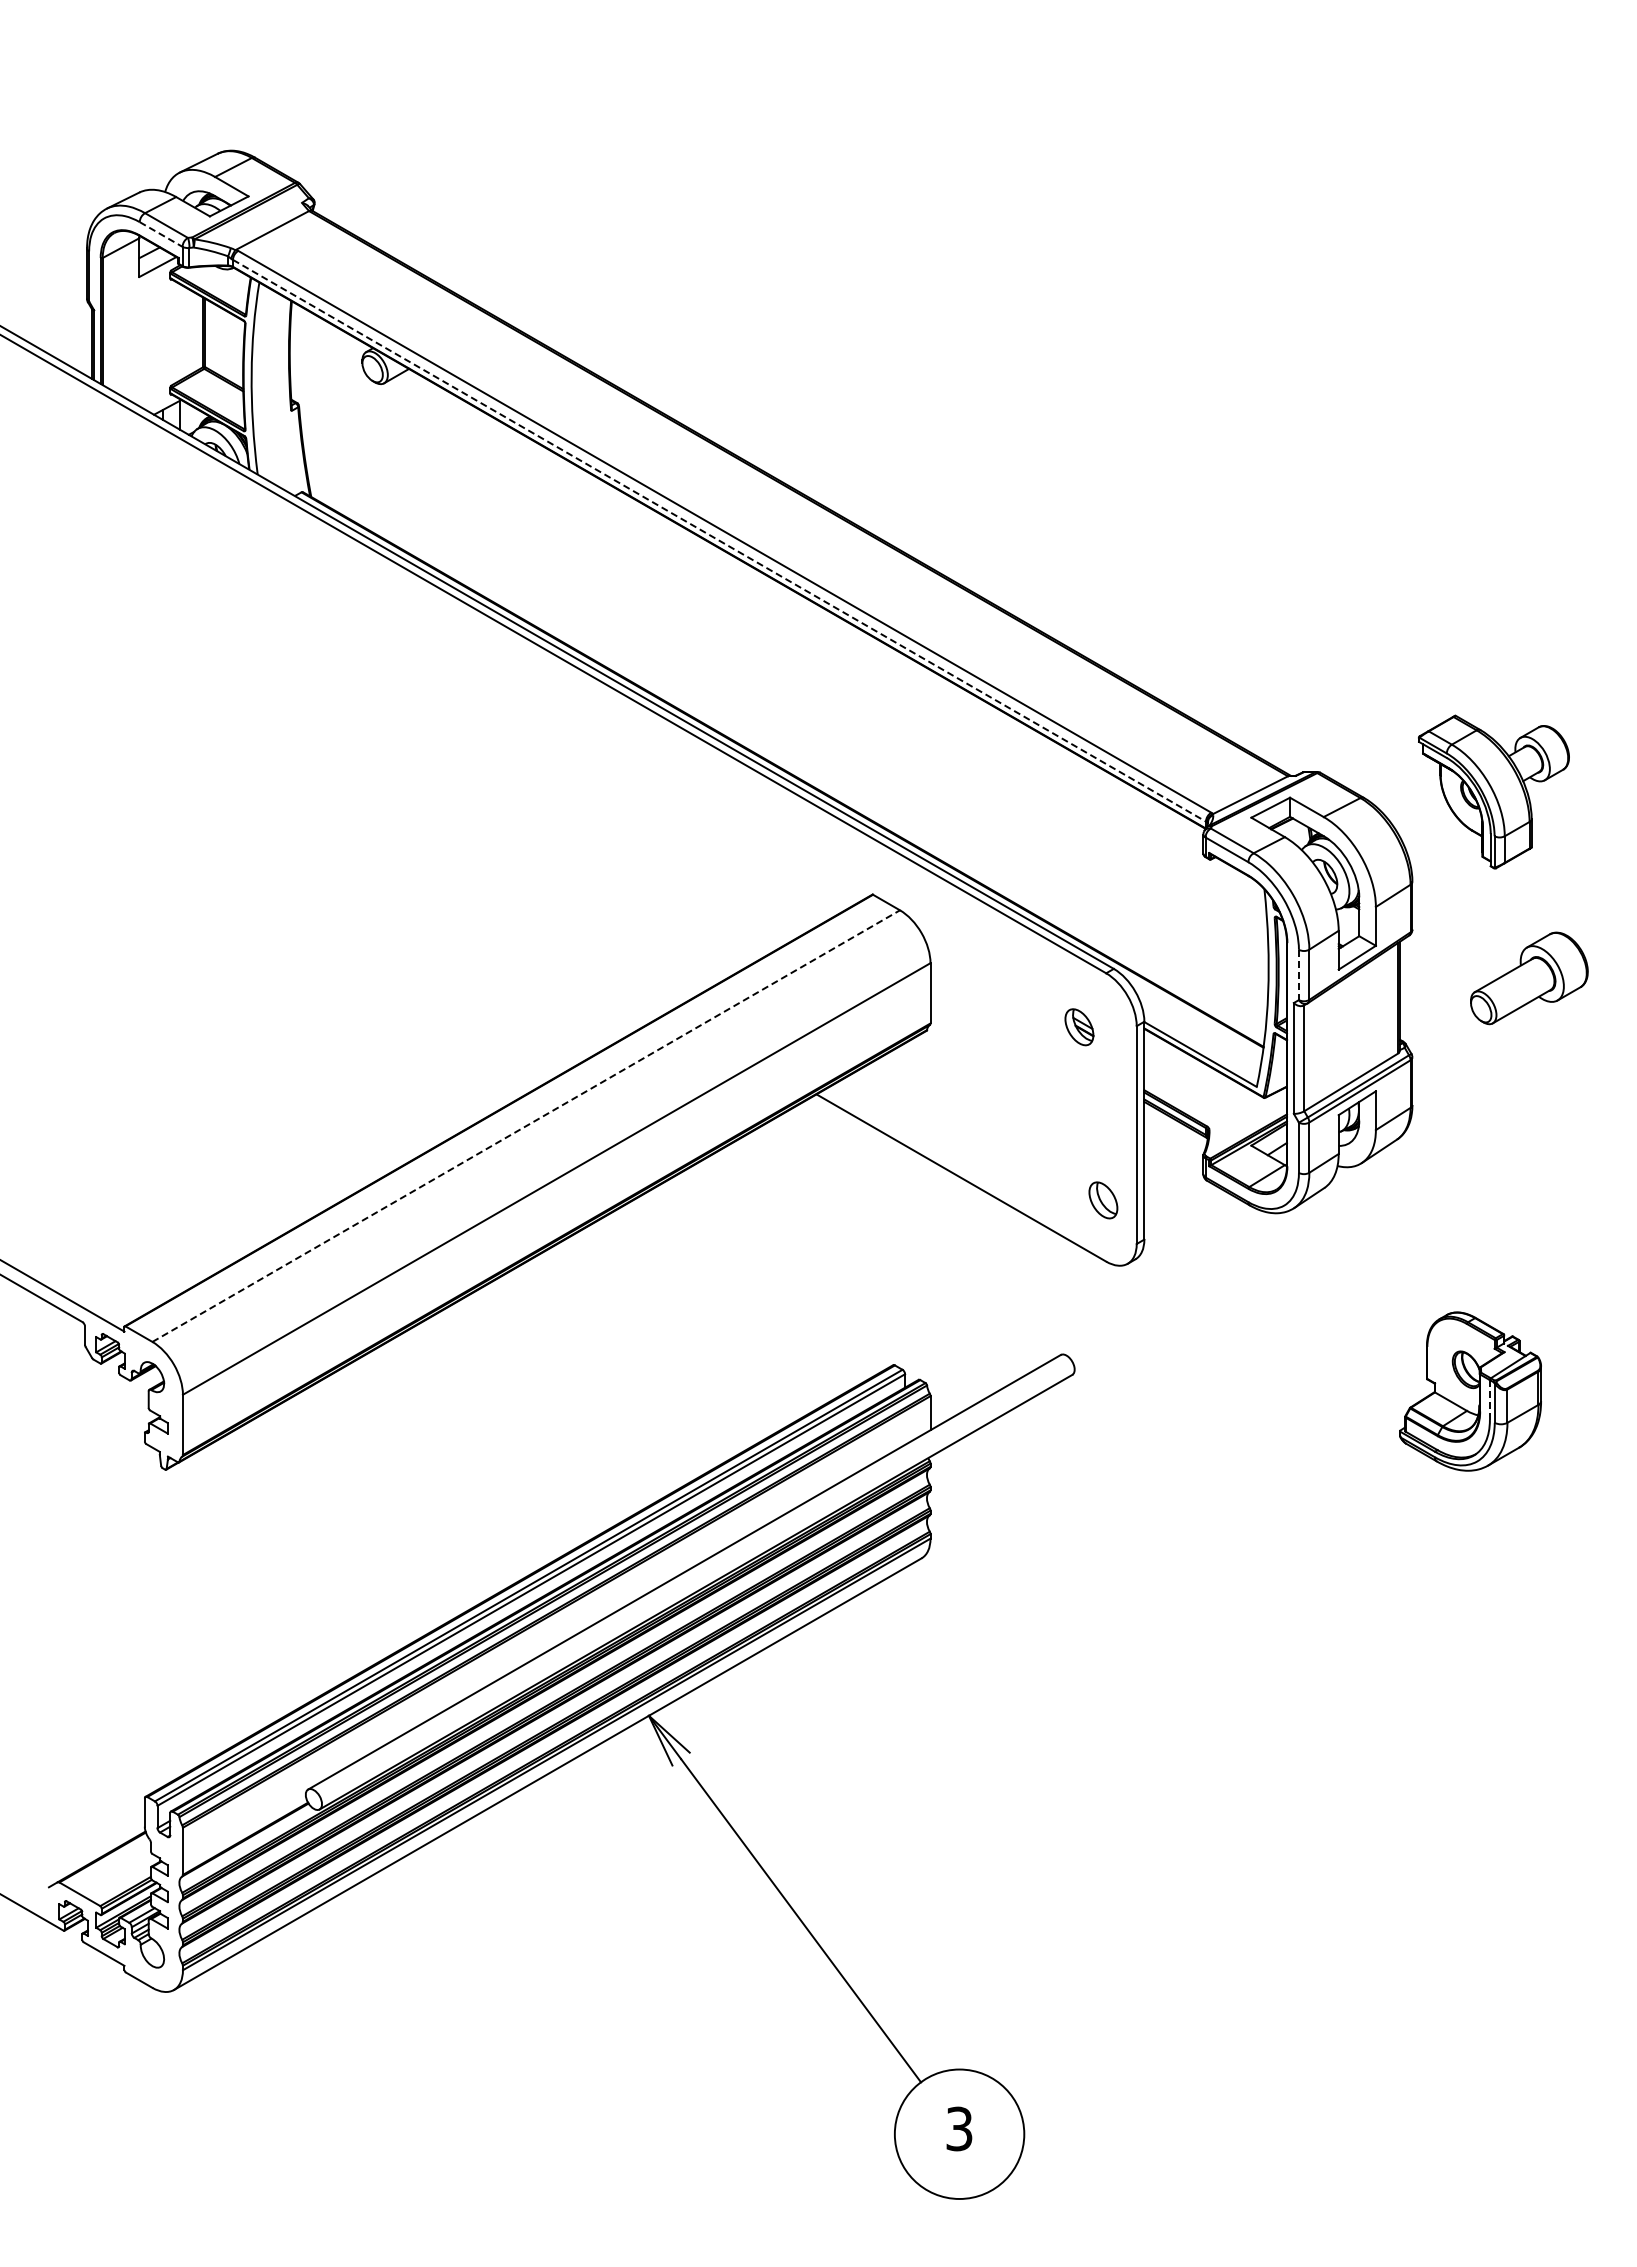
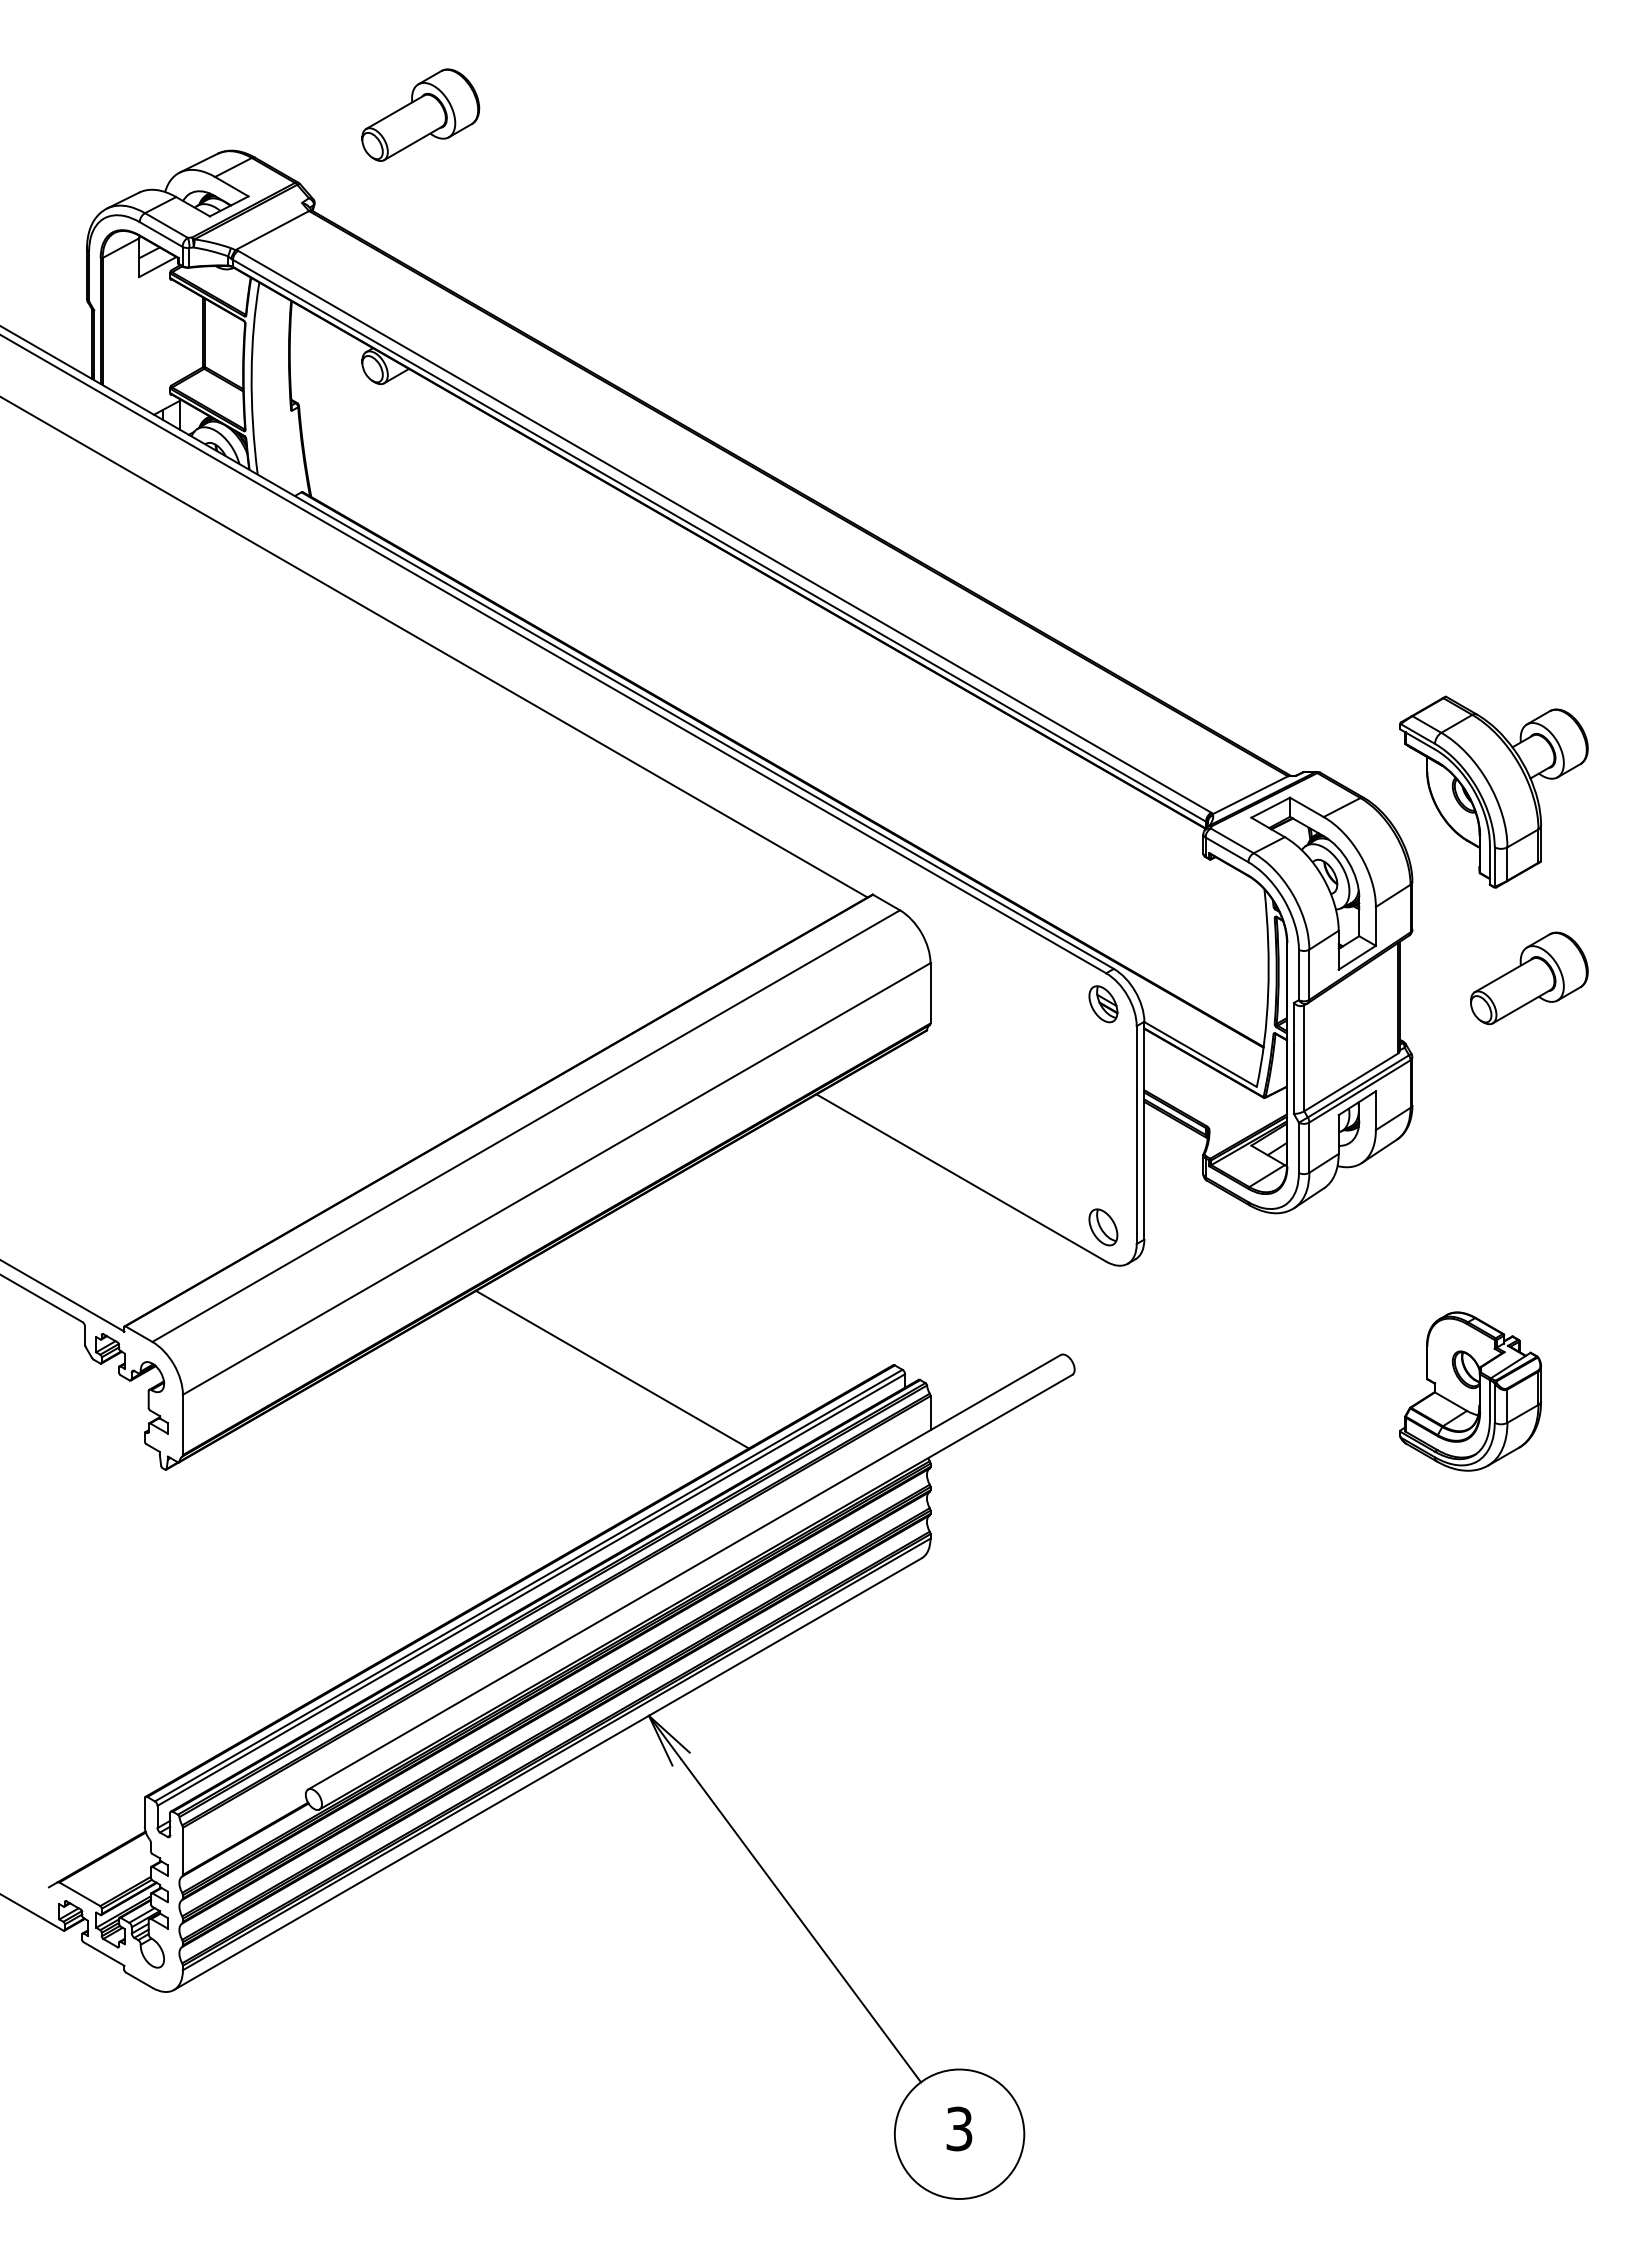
part at (420, 114): none -> present
line at (161, 234): dashed -> solid
line at (719, 540): dashed -> solid
line at (434, 647): none -> present
part at (1493, 791) size: 152x156 px -> 190x194 px
line at (1298, 975): dashed -> solid
part at (1079, 1027) position: (1079, 1027) -> (1103, 1004)
line at (526, 1126): dashed -> solid
part at (1103, 1200) position: (1103, 1200) -> (1103, 1227)
line at (612, 1369): none -> present
line at (1489, 1400): dashed -> solid
